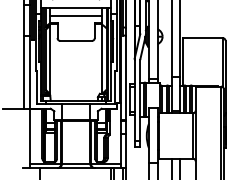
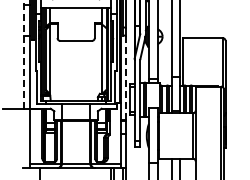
line at (76, 16): present -> none
line at (23, 53): solid -> dashed
line at (125, 78): solid -> dashed
